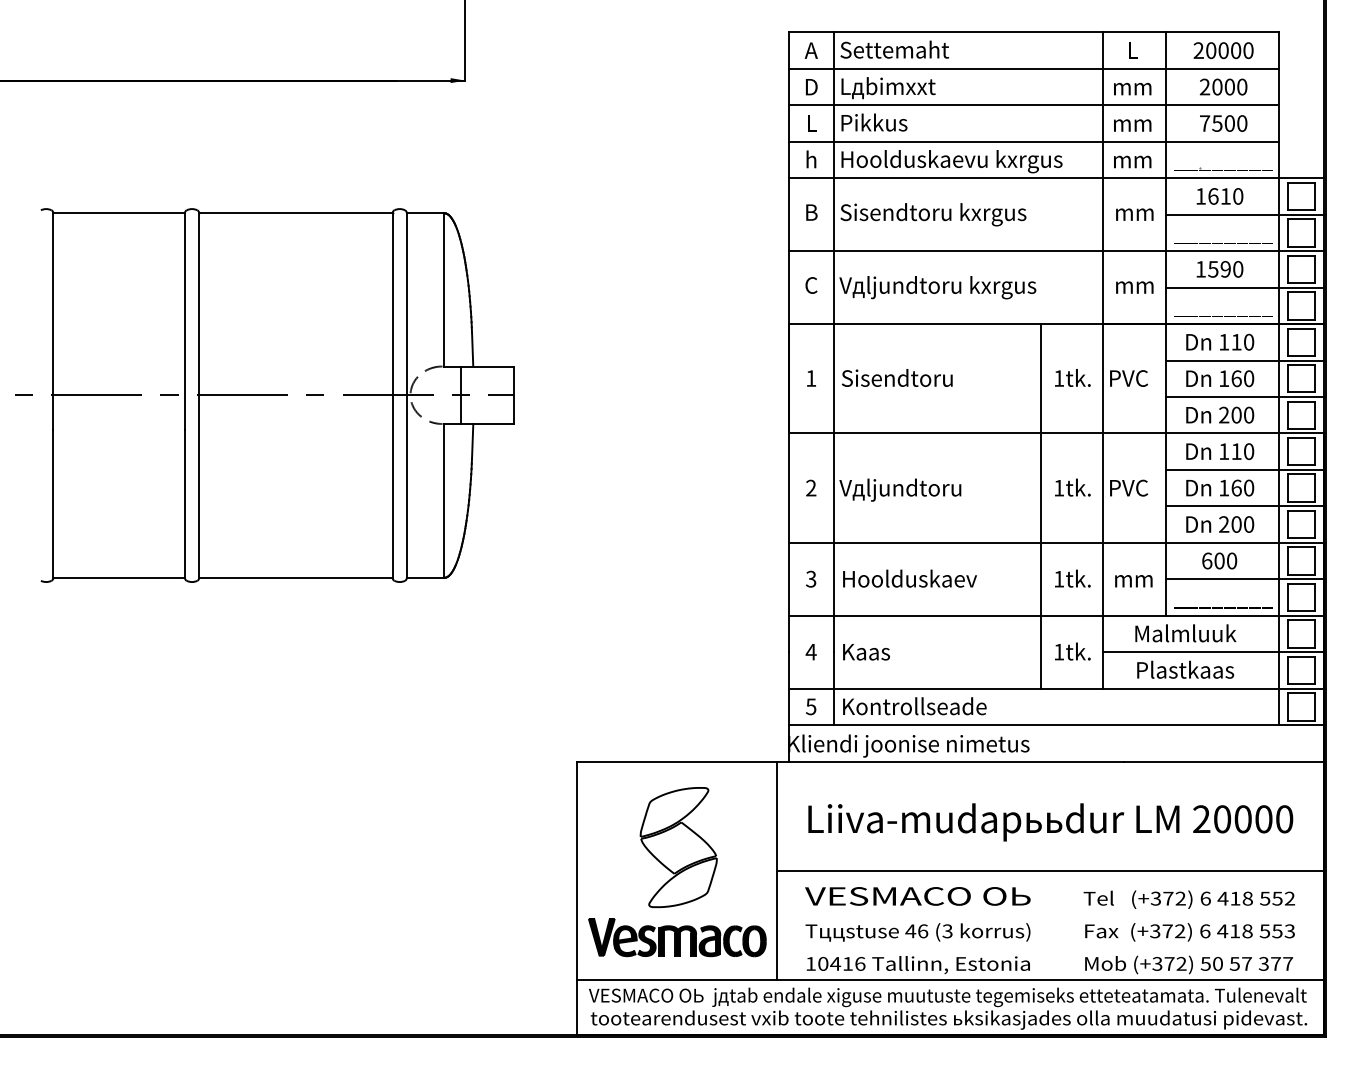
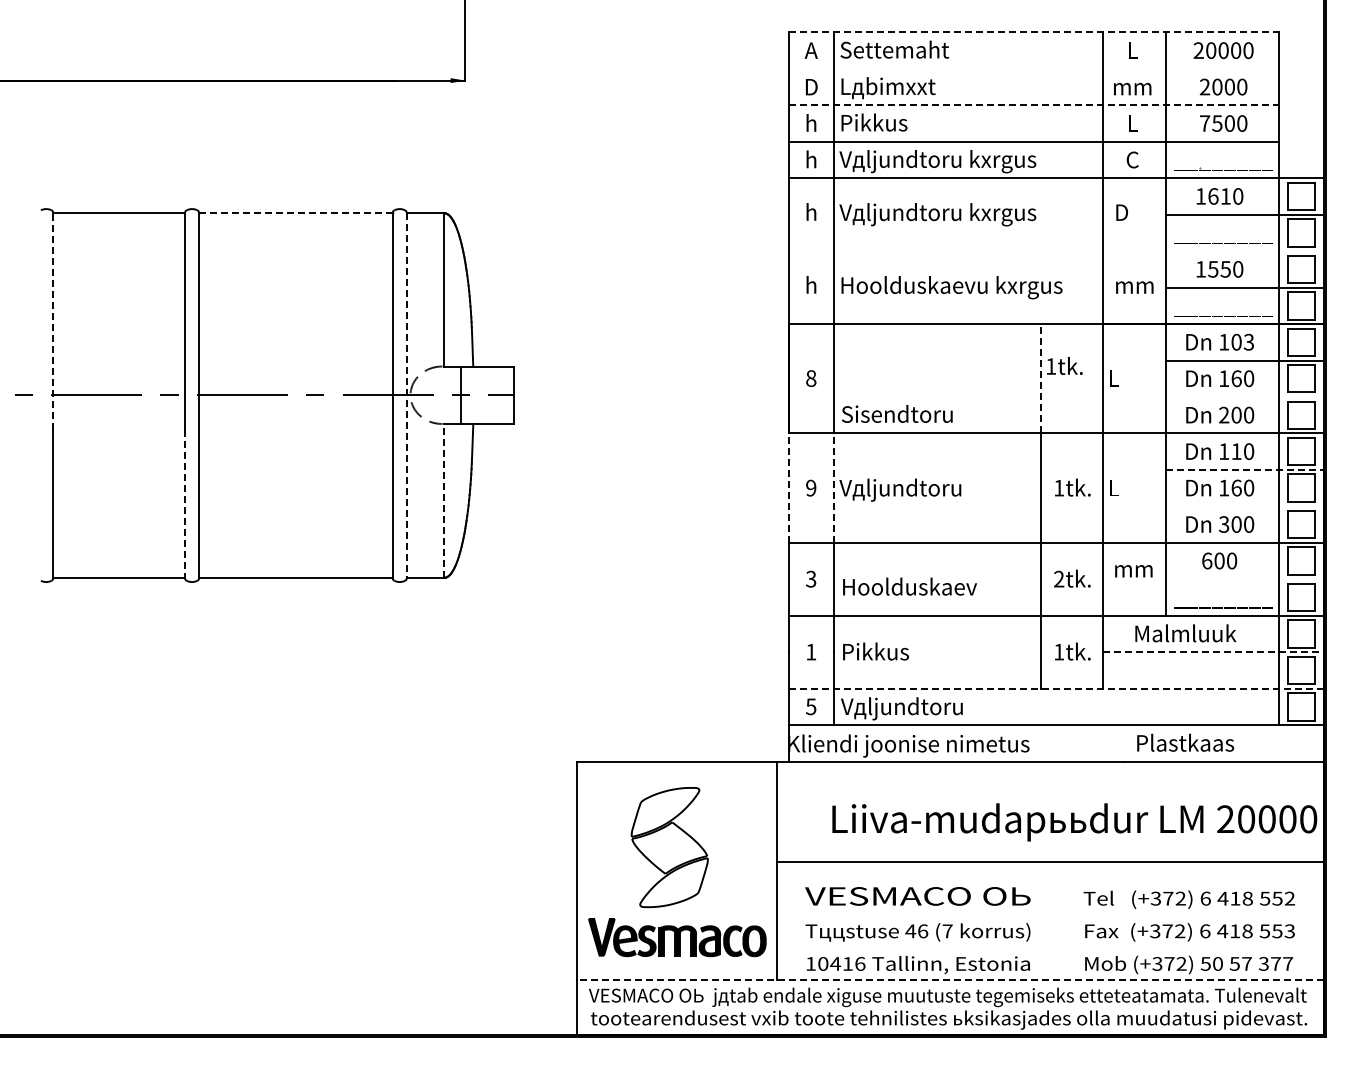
line at (1034, 32): solid -> dashed
line at (1033, 68): present -> none
line at (1034, 105): solid -> dashed
text at (811, 122): L -> h
text at (1132, 123): mm -> L
text at (1132, 159): mm -> C
text at (950, 161): Hoolduskaevu kхrgus -> Vдljundtoru kхrgus
text at (811, 211): B -> h
text at (1134, 212): mm -> D
line at (295, 213): solid -> dashed
text at (937, 214): Sisendtoru kхrgus -> Vдljundtoru kхrgus
line at (1056, 251): present -> none
text at (1225, 269): 1590 -> 1550
text at (811, 284): C -> h
text at (950, 287): Vдljundtoru kхrgus -> Hoolduskaevu kхrgus
line at (53, 321): solid -> dashed
text at (1242, 341): 110 -> 103
text at (897, 377) position: (897, 377) -> (897, 413)
text at (1072, 377) position: (1072, 377) -> (1064, 365)
text at (811, 378): 1 -> 8
line at (1040, 378): solid -> dashed
text at (1129, 378): PVC -> L
line at (406, 396): solid -> dashed
line at (1244, 396): present -> none
line at (1245, 469): solid -> dashed
text at (1129, 487): PVC -> L
line at (788, 488): solid -> dashed
text at (811, 488): 2 -> 9
line at (834, 488): solid -> dashed
line at (444, 500): solid -> dashed
line at (184, 504): solid -> dashed
line at (1244, 506): present -> none
text at (1224, 524): 200 -> 300
text at (909, 578) position: (909, 578) -> (909, 586)
text at (1059, 578): 1tk. -> 2tk.
line at (1244, 579): present -> none
text at (1133, 581) position: (1133, 581) -> (1133, 571)
text at (876, 651): Kaas -> Pikkus
text at (810, 652): 4 -> 1
line at (1214, 652): solid -> dashed
text at (1185, 669) position: (1185, 669) -> (1185, 742)
line at (1056, 688): solid -> dashed
text at (913, 708): Kontrollseade -> Vдljundtoru
text at (1050, 822) position: (1050, 822) -> (1074, 822)
part at (678, 847) position: (678, 847) -> (669, 847)
line at (1050, 870) position: (1050, 870) -> (1050, 861)
text at (947, 931): (3 -> (7
line at (950, 980): solid -> dashed
